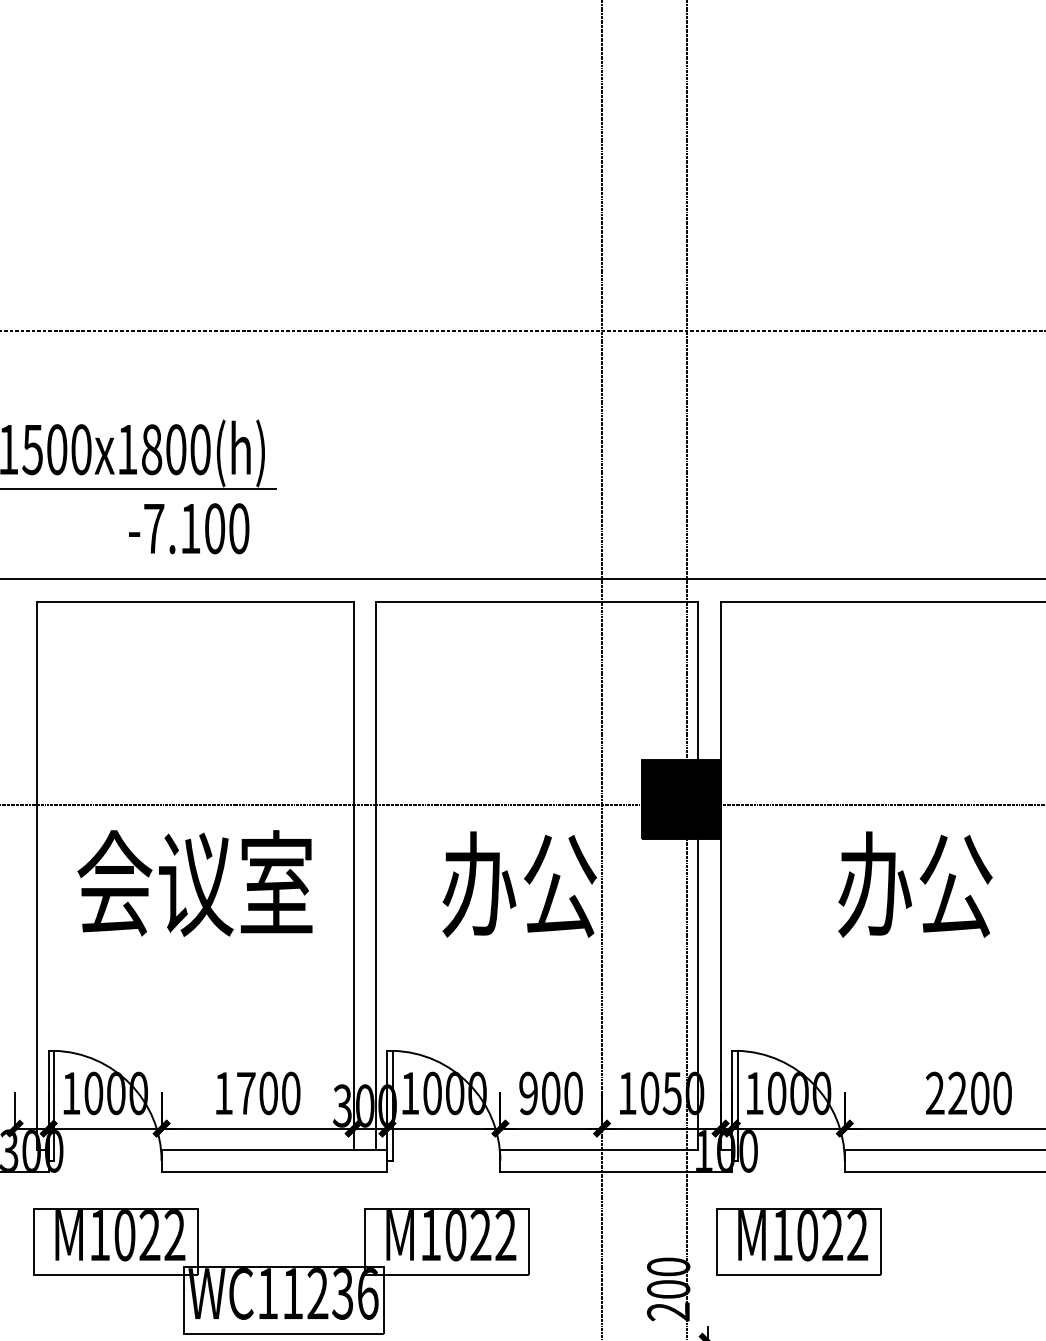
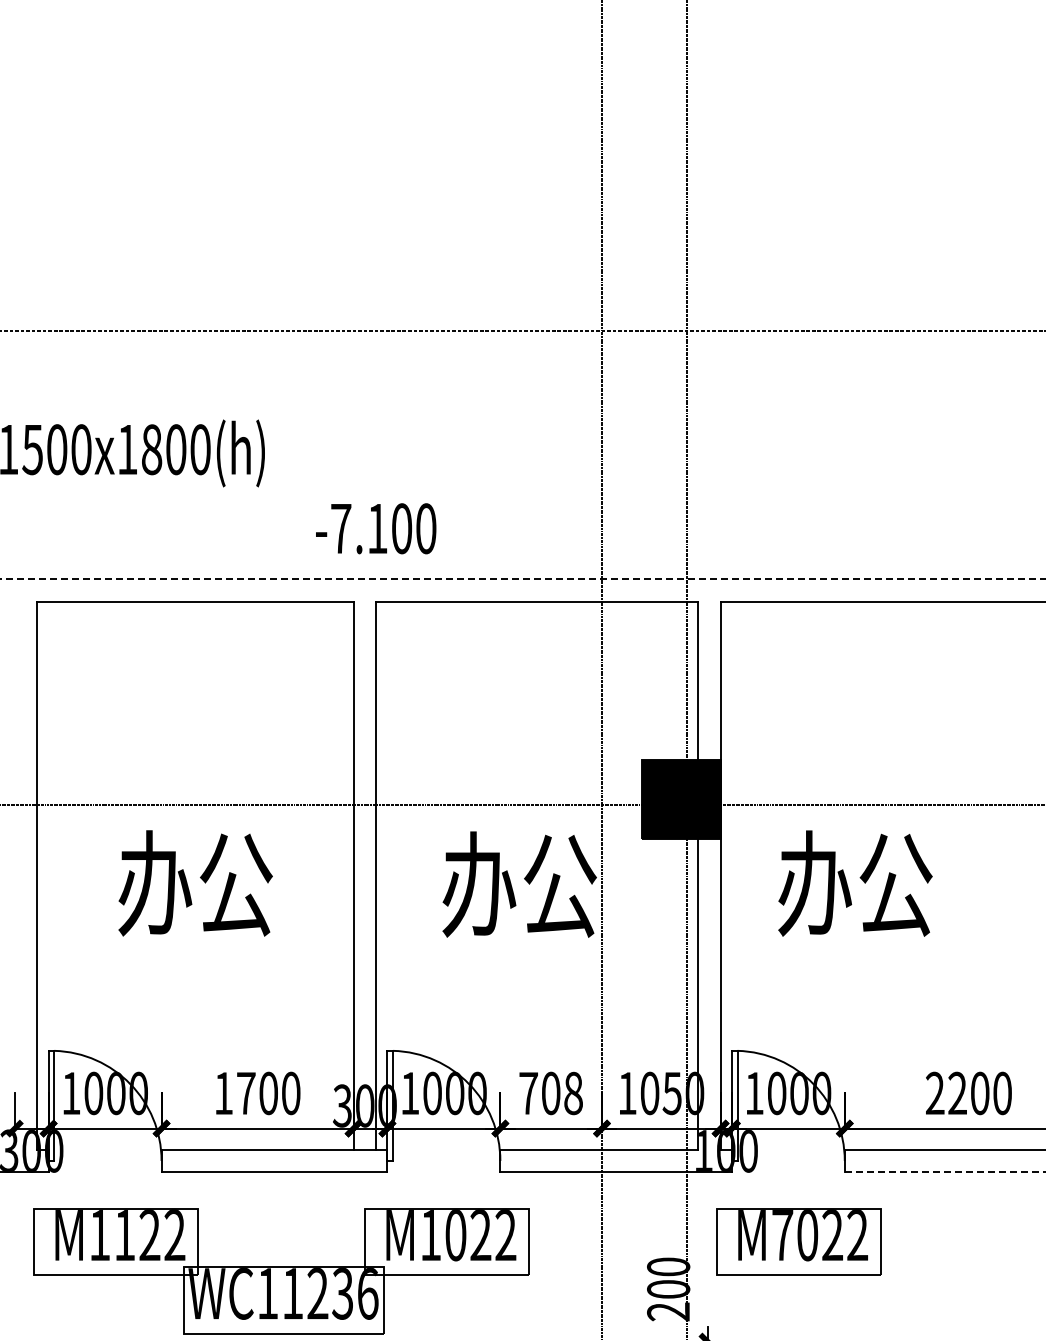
line at (139, 489): present -> none
text at (189, 528) position: (189, 528) -> (376, 528)
line at (522, 579): solid -> dashed
text at (194, 883): 会议室 -> 办公
text at (915, 884) position: (915, 884) -> (855, 883)
text at (550, 1093): 900 -> 708
line at (944, 1172): solid -> dashed
text at (124, 1235): M1022 -> M1122
text at (782, 1235): M1022 -> M7022
